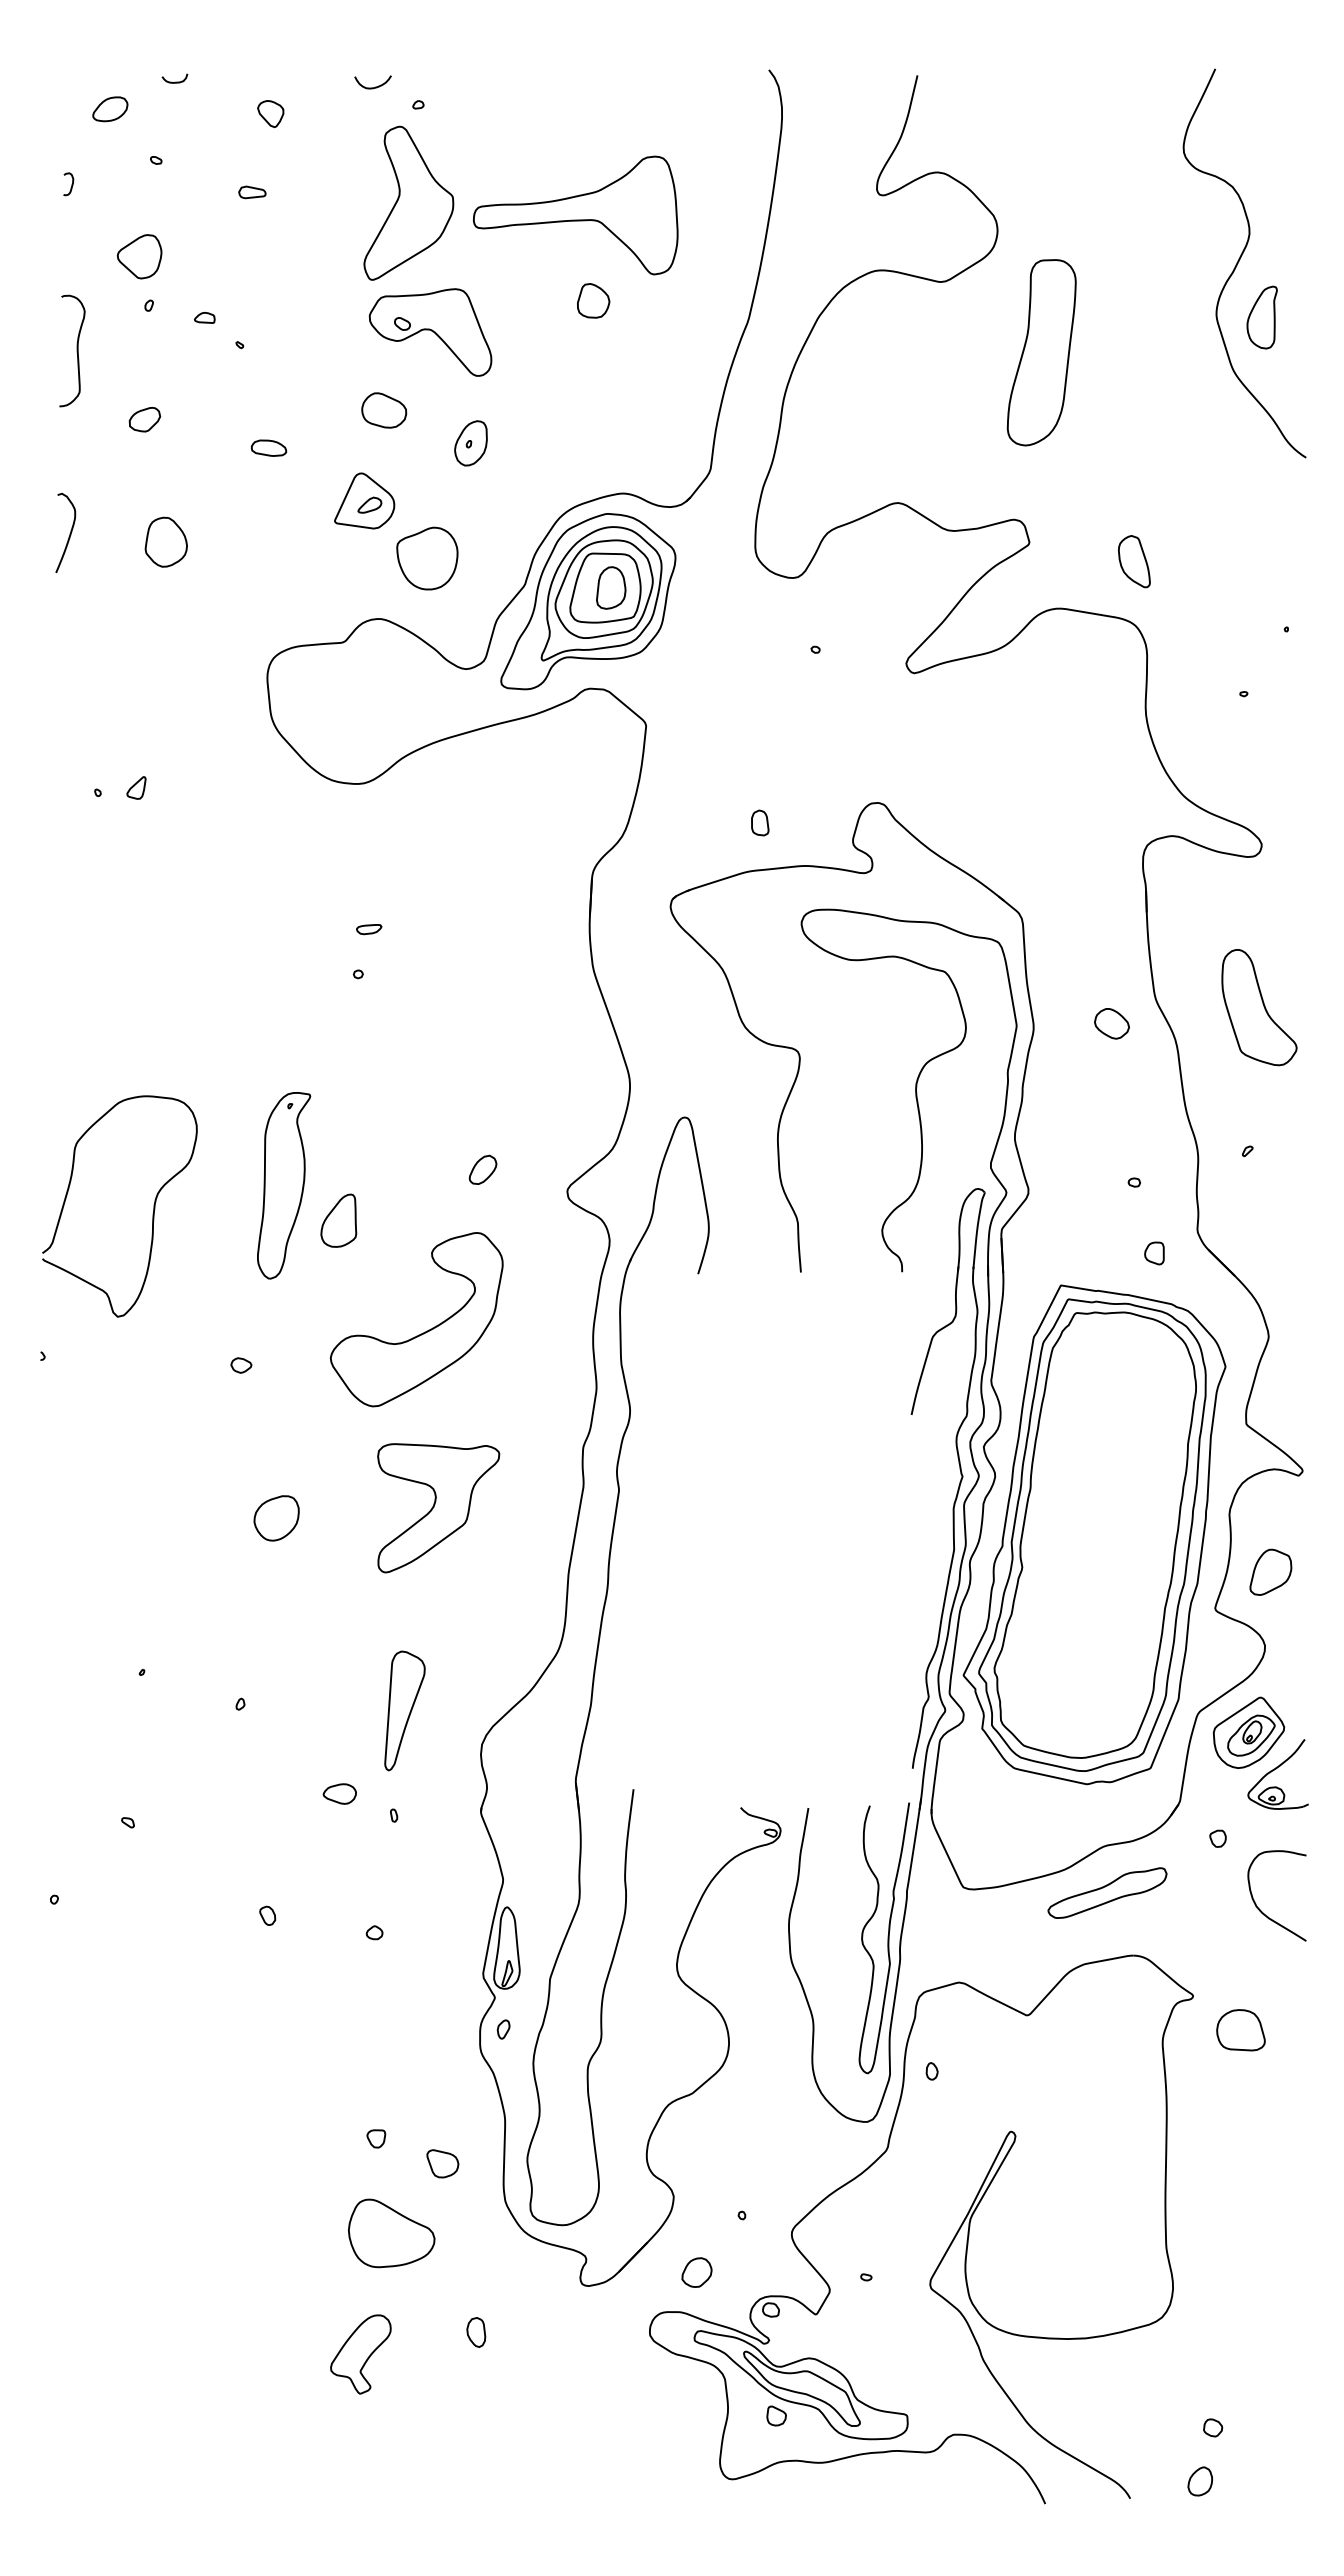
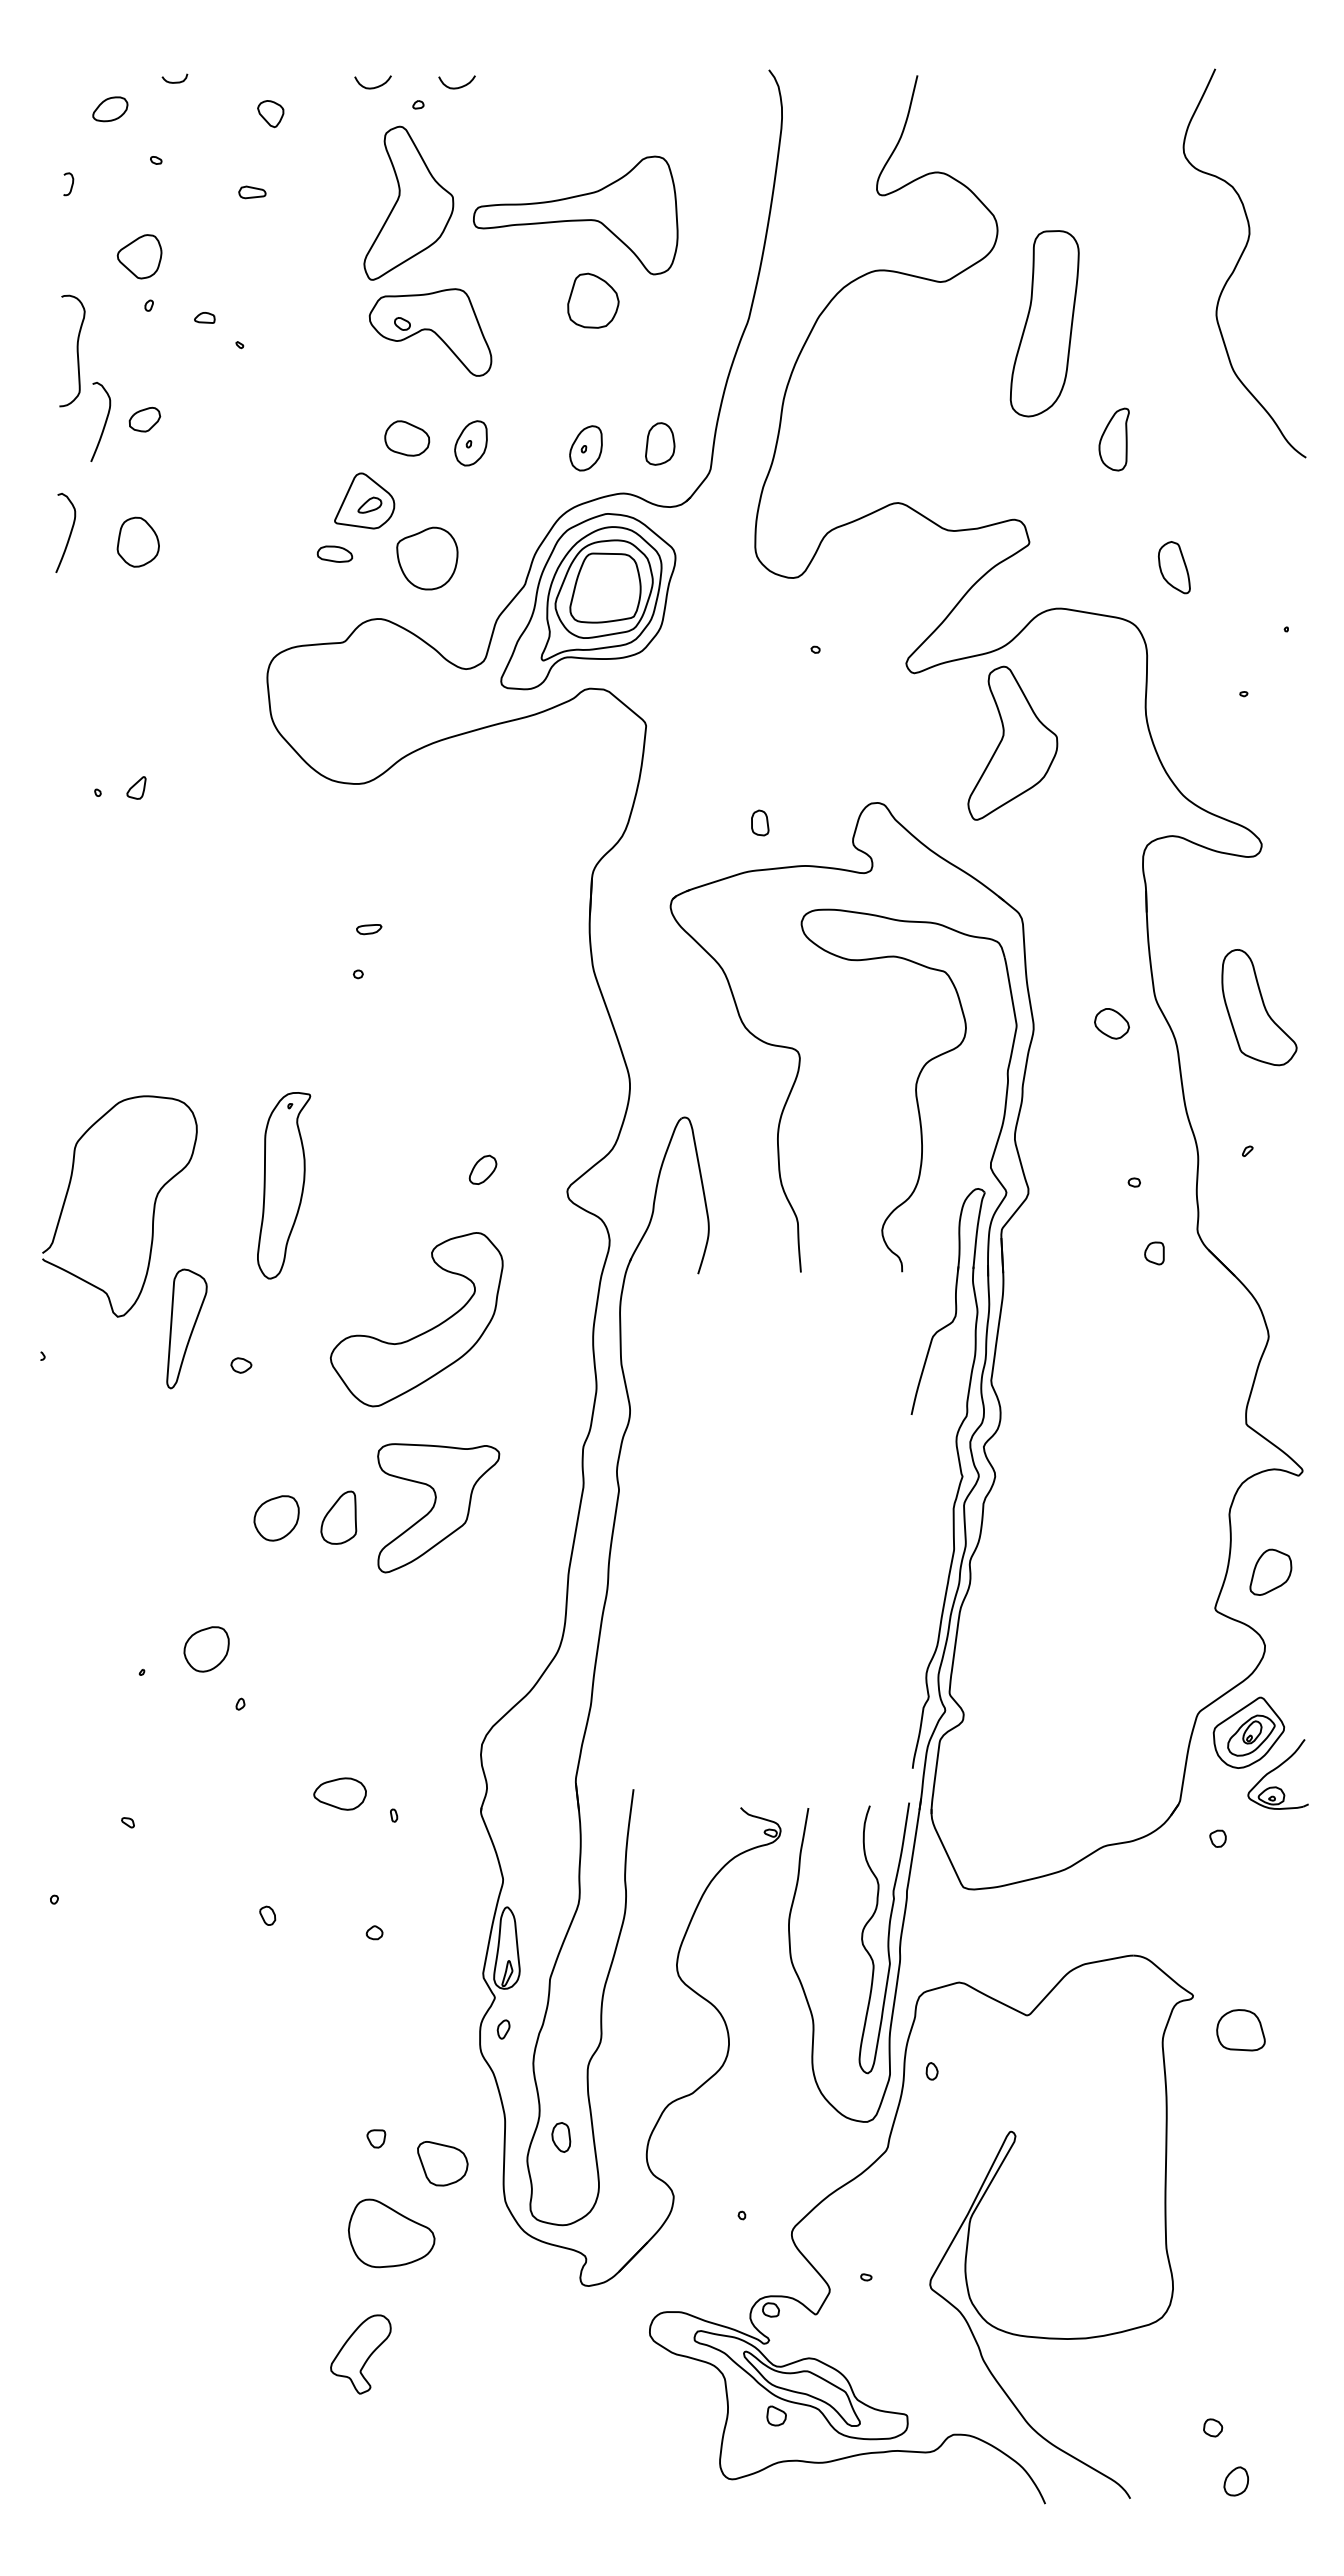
curve at (459, 86): none -> present
part at (593, 300) size: 34x36 px -> 53x57 px
part at (1261, 317) position: (1261, 317) -> (1113, 439)
part at (1041, 352) position: (1041, 352) -> (1044, 323)
part at (384, 410) position: (384, 410) -> (407, 438)
curve at (104, 422): none -> present
part at (268, 447) position: (268, 447) -> (334, 553)
part at (585, 448): none -> present
part at (165, 541) position: (165, 541) -> (137, 541)
part at (1134, 561) position: (1134, 561) -> (1174, 567)
part at (611, 587) position: (611, 587) -> (660, 443)
part at (1012, 742): none -> present
part at (338, 1220) position: (338, 1220) -> (338, 1517)
part at (1094, 1534): present -> none
part at (206, 1649): none -> present
part at (404, 1710) position: (404, 1710) -> (186, 1328)
part at (339, 1793) size: 35x22 px -> 54x34 px
part at (1107, 1892): present -> none
curve at (1261, 1910): present -> none
part at (442, 2163) size: 34x30 px -> 52x46 px
part at (696, 2272): present -> none
part at (476, 2332) position: (476, 2332) -> (561, 2137)
part at (1199, 2481) position: (1199, 2481) -> (1235, 2481)
